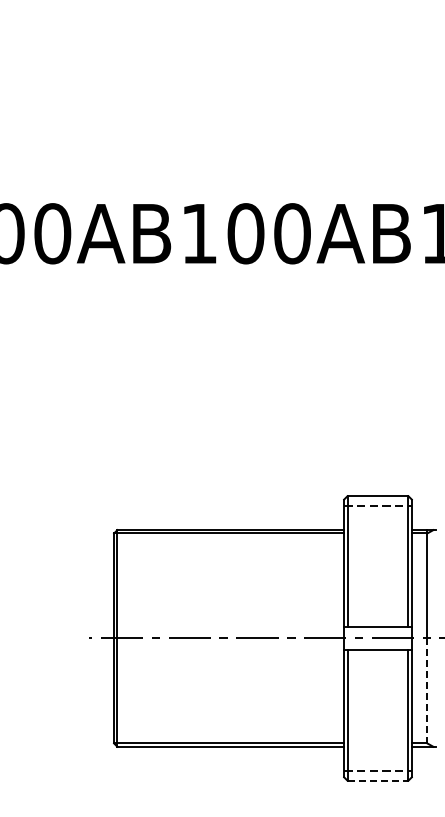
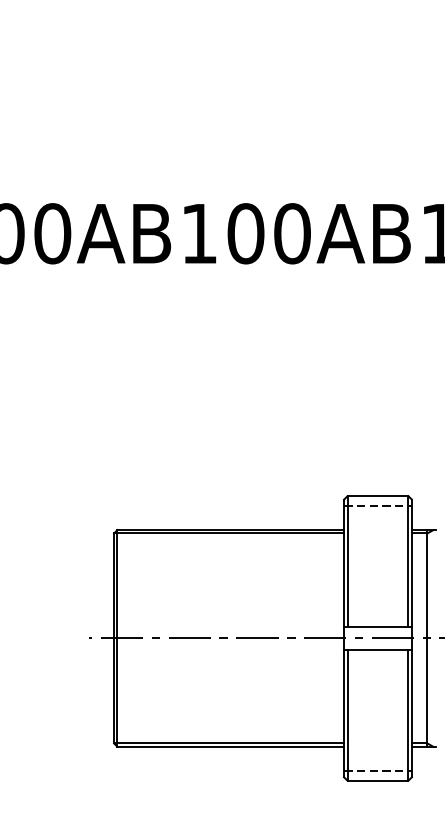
line at (427, 693): dashed -> solid
line at (378, 780): dashed -> solid
